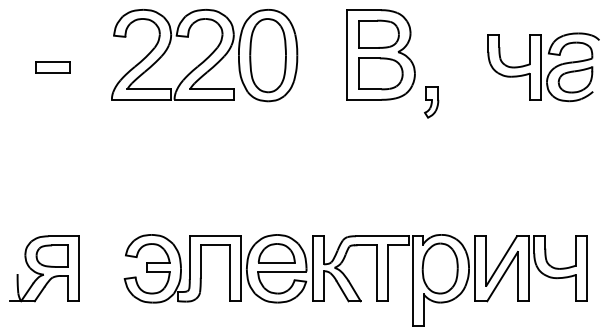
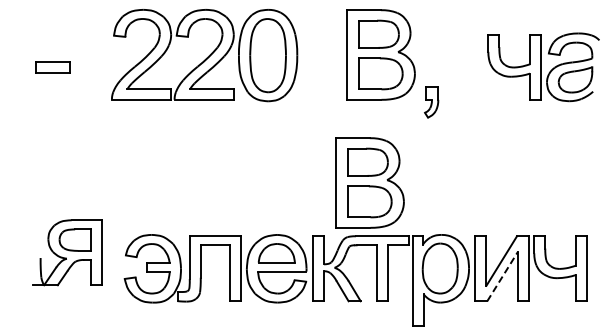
part at (369, 182): none -> present
part at (44, 268) position: (44, 268) -> (67, 252)
line at (502, 276): solid -> dashed
